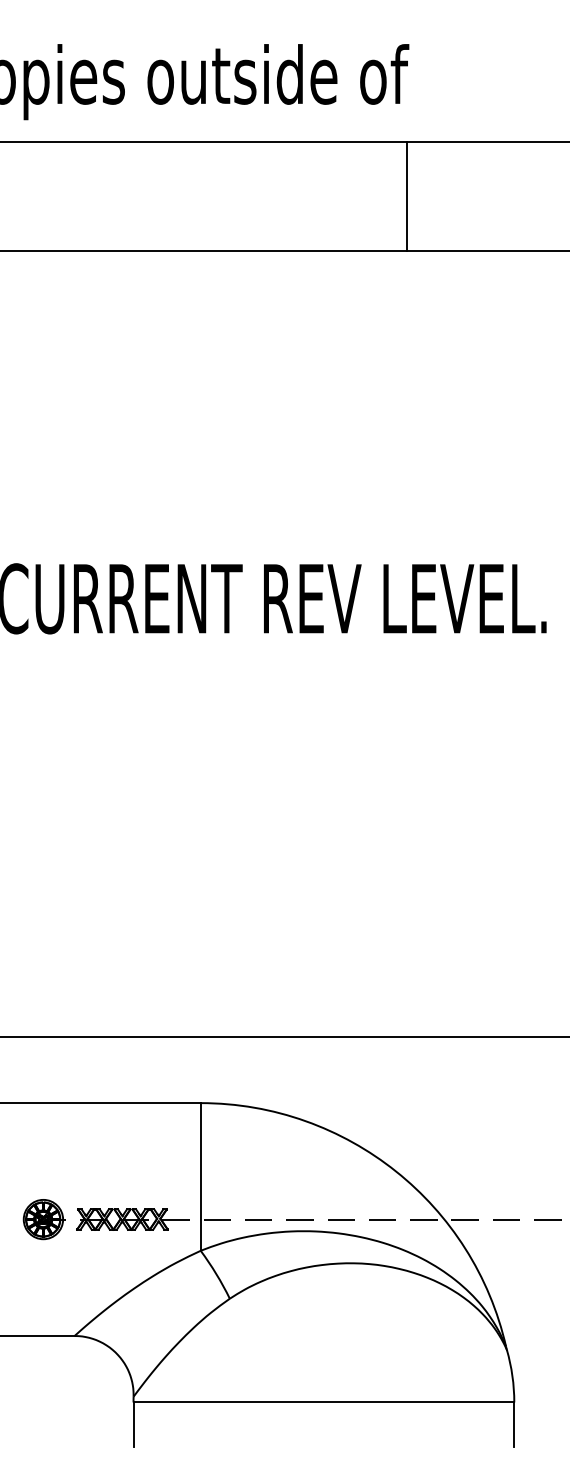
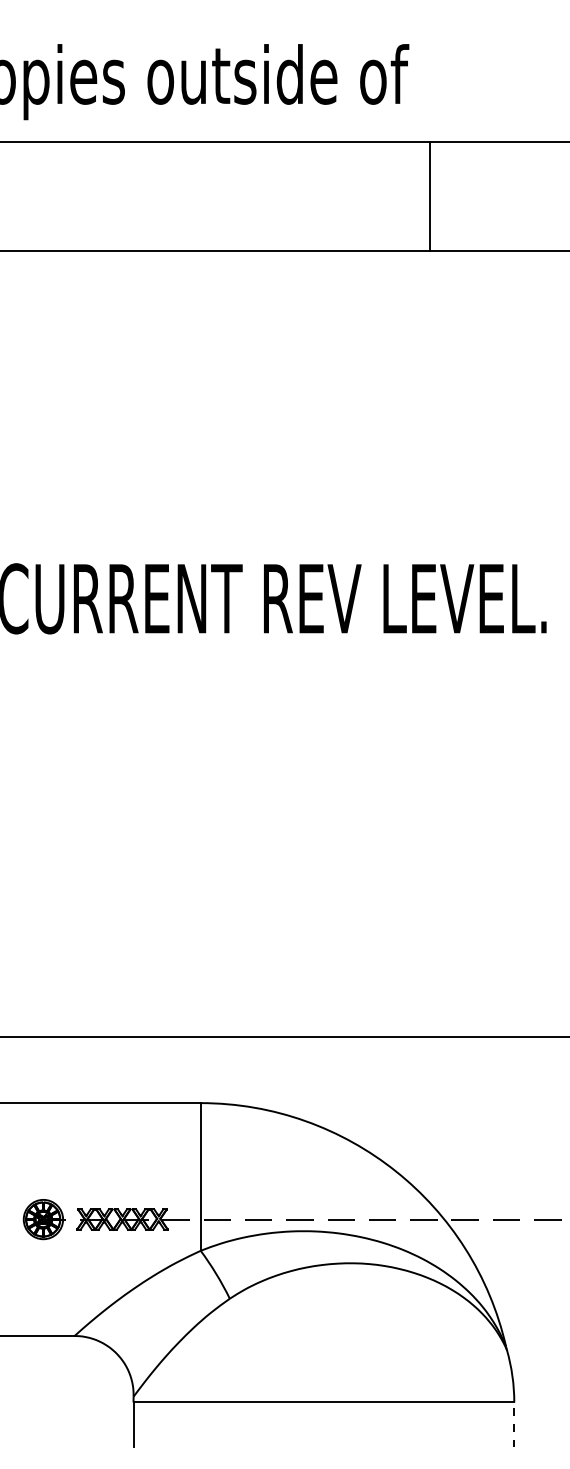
line at (407, 196) position: (407, 196) -> (430, 196)
line at (514, 1424): solid -> dashed
